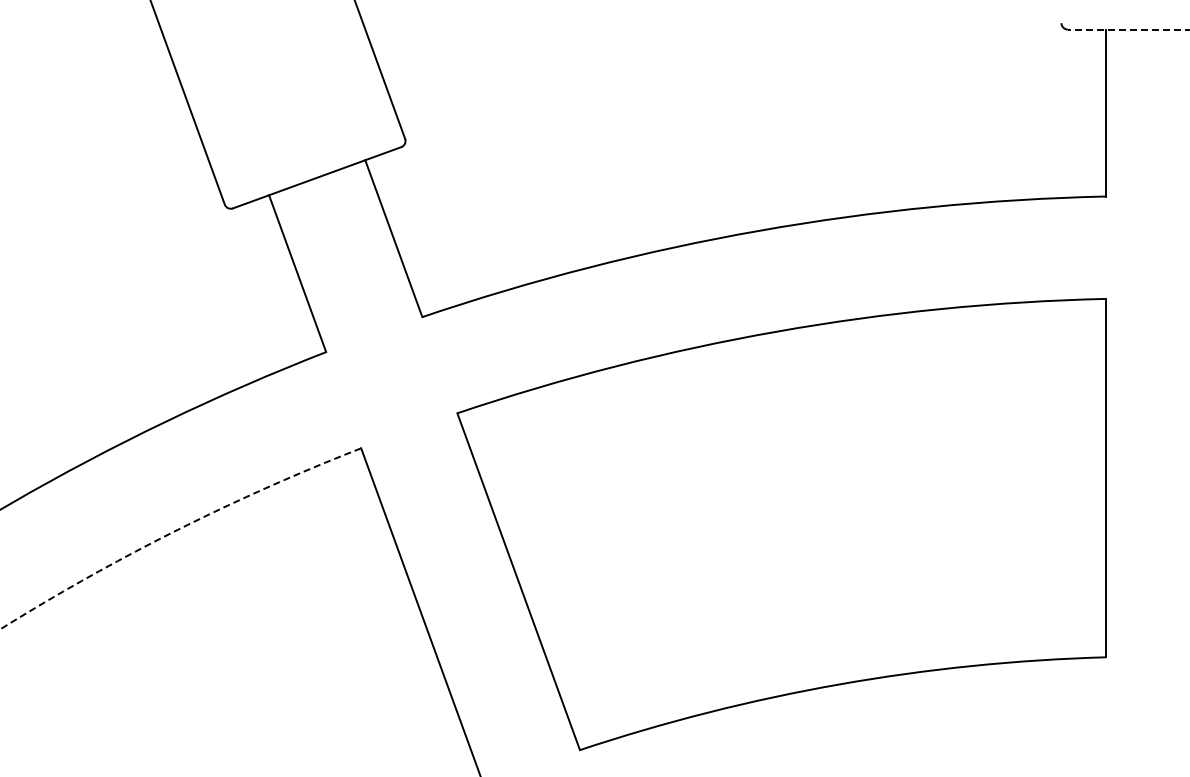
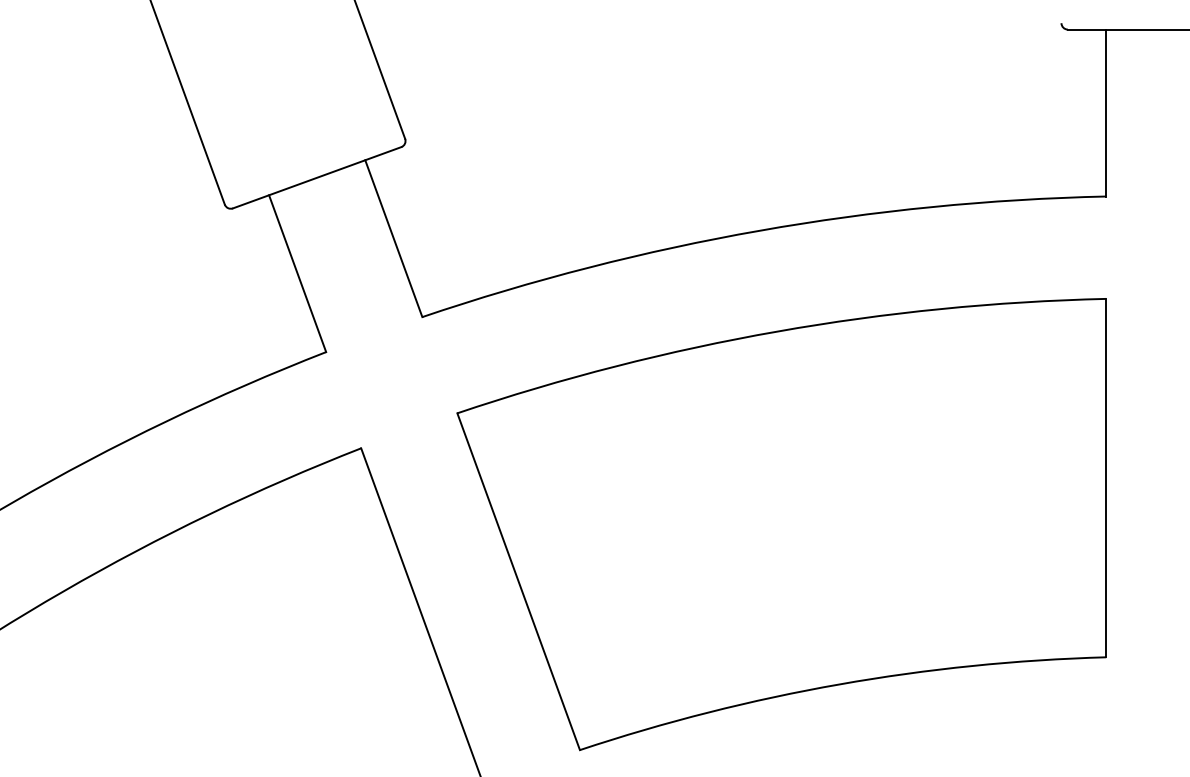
line at (1128, 29): dashed -> solid
arc at (175, 530): dashed -> solid
